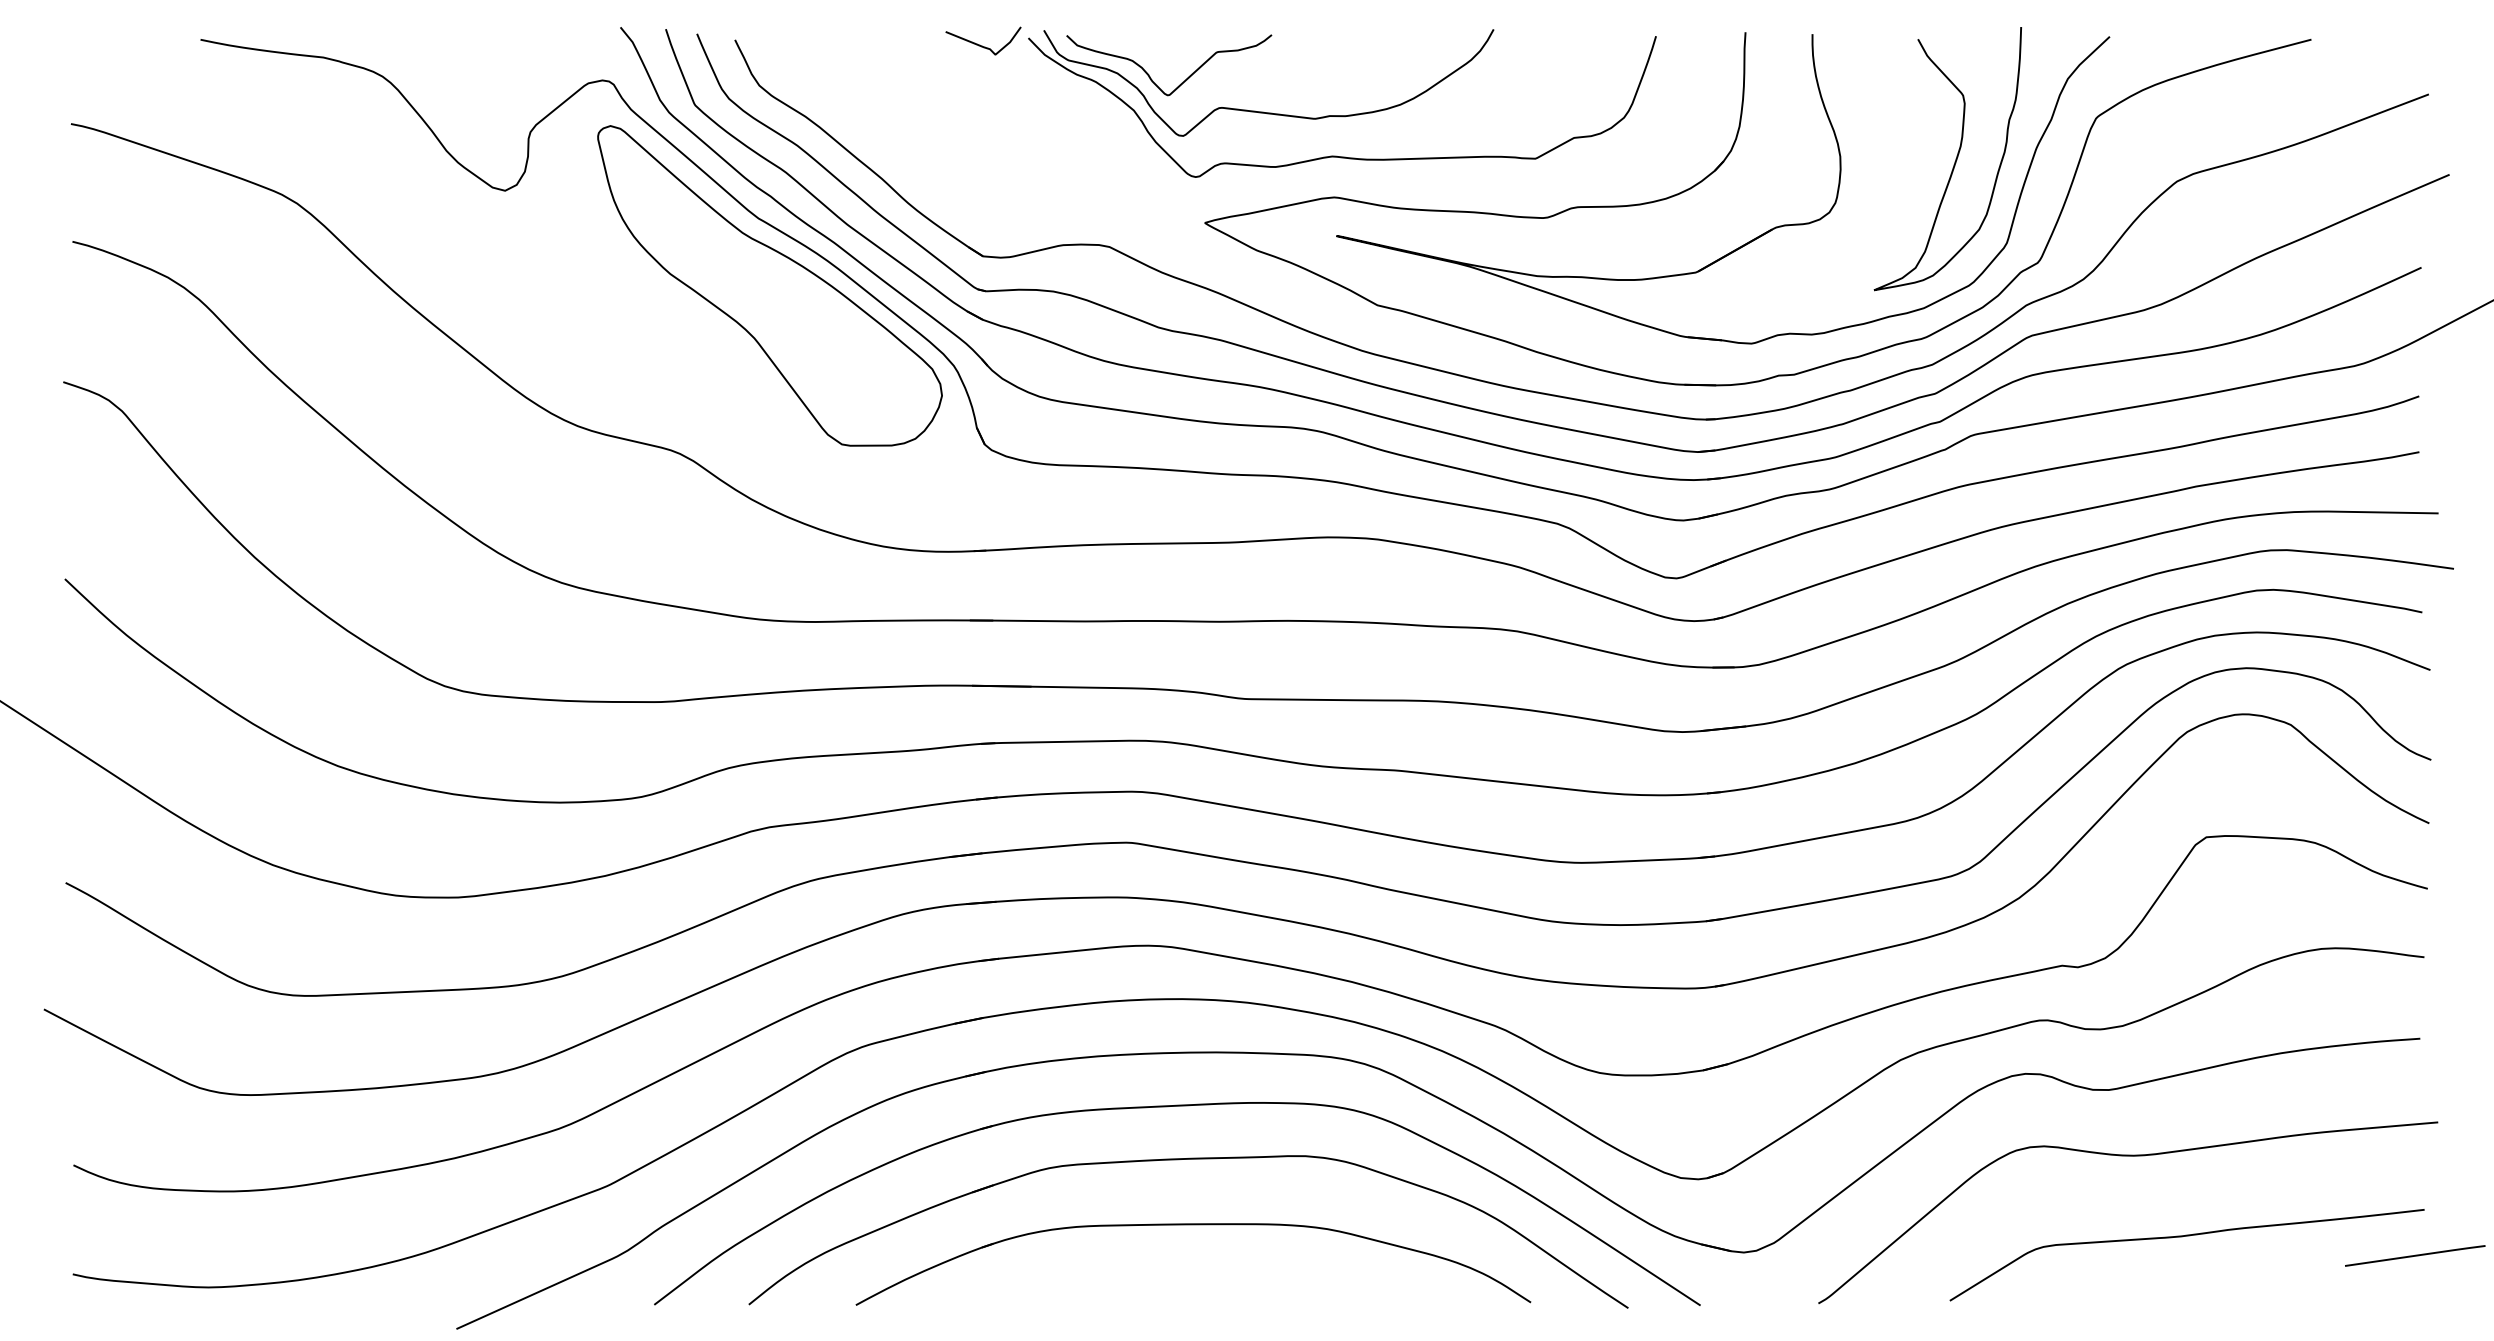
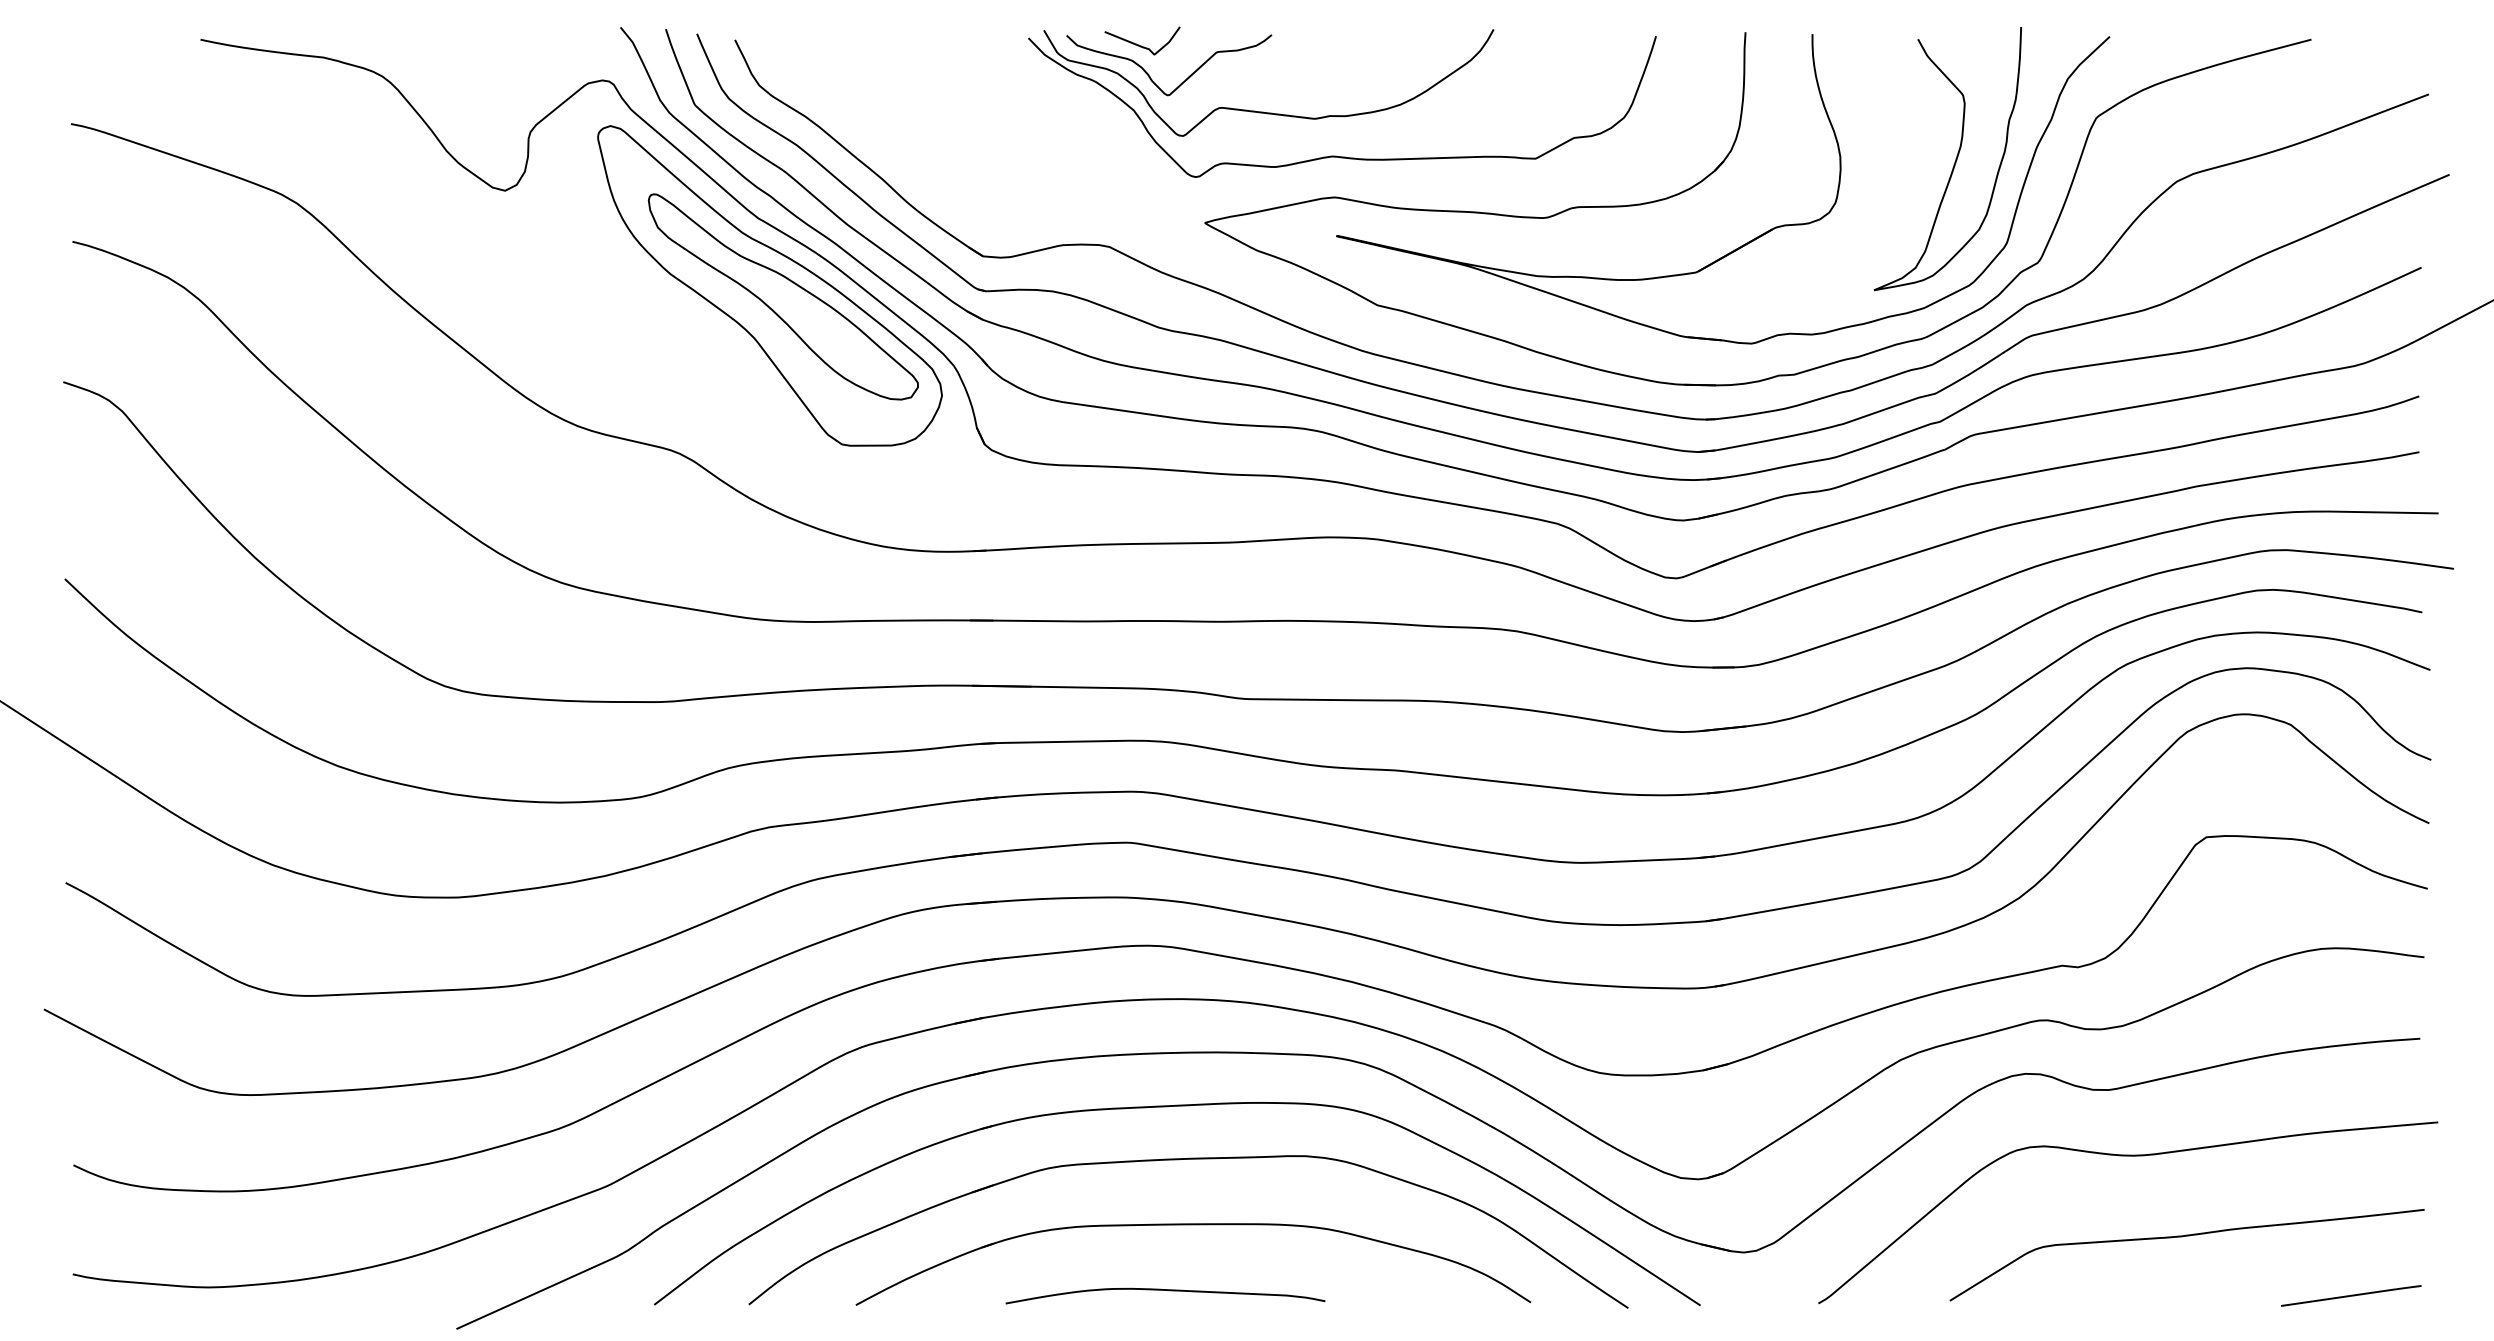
curve at (982, 45) position: (982, 45) -> (1141, 45)
part at (782, 296): none -> present
line at (2415, 1255) position: (2415, 1255) -> (2351, 1295)
curve at (1165, 1290): none -> present
